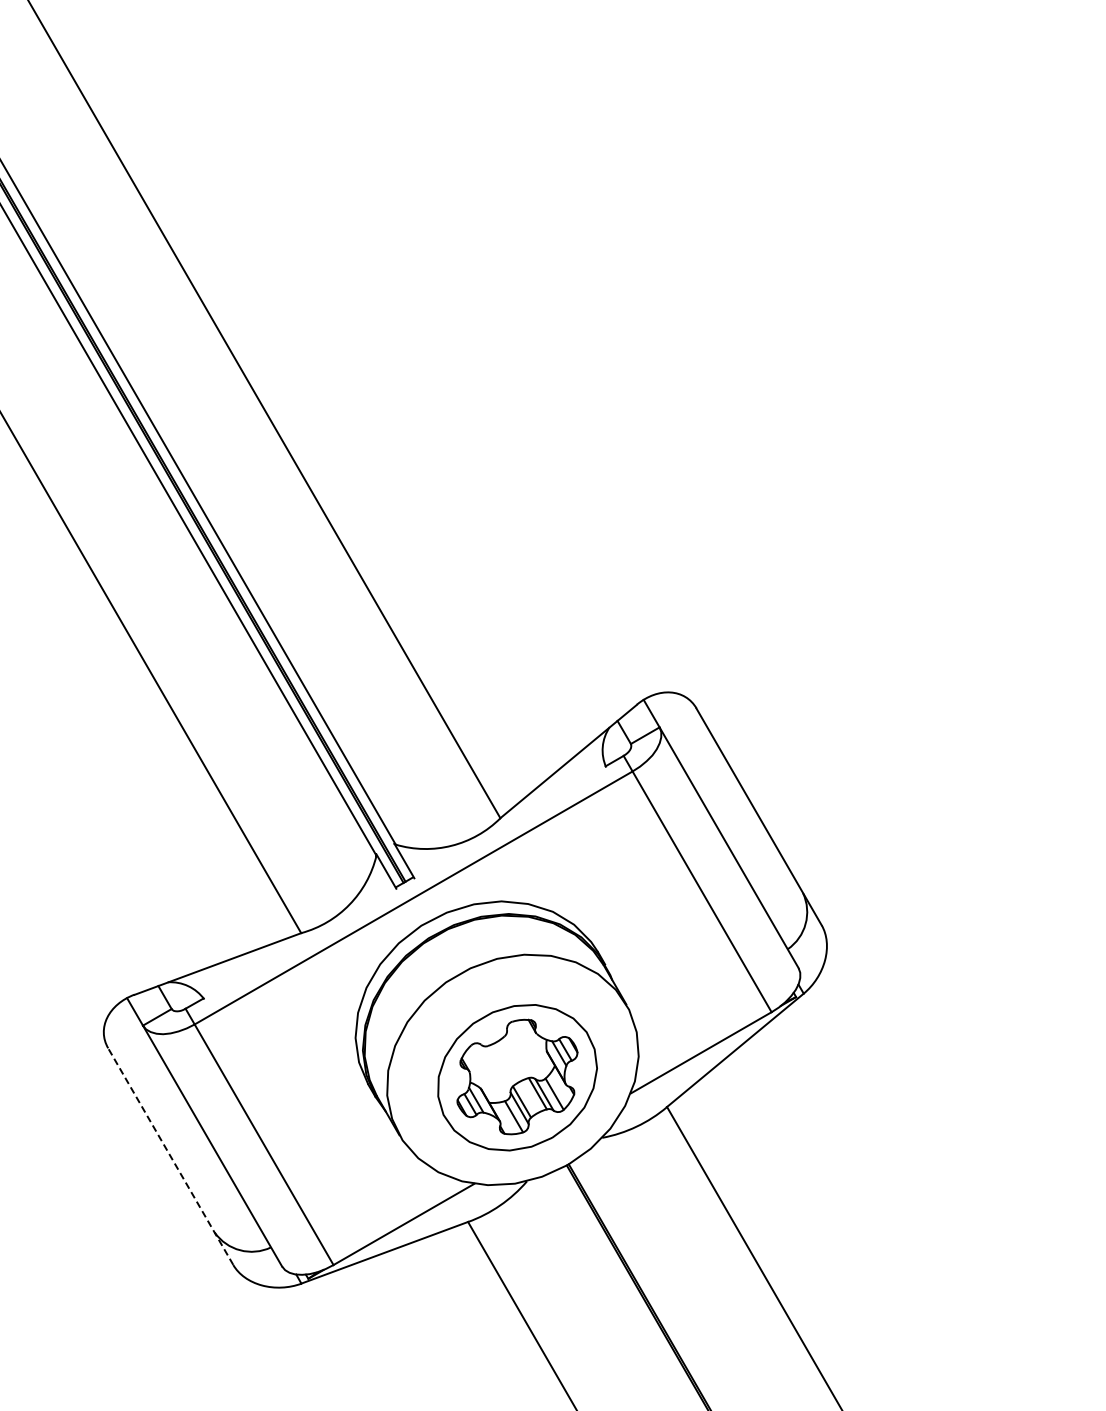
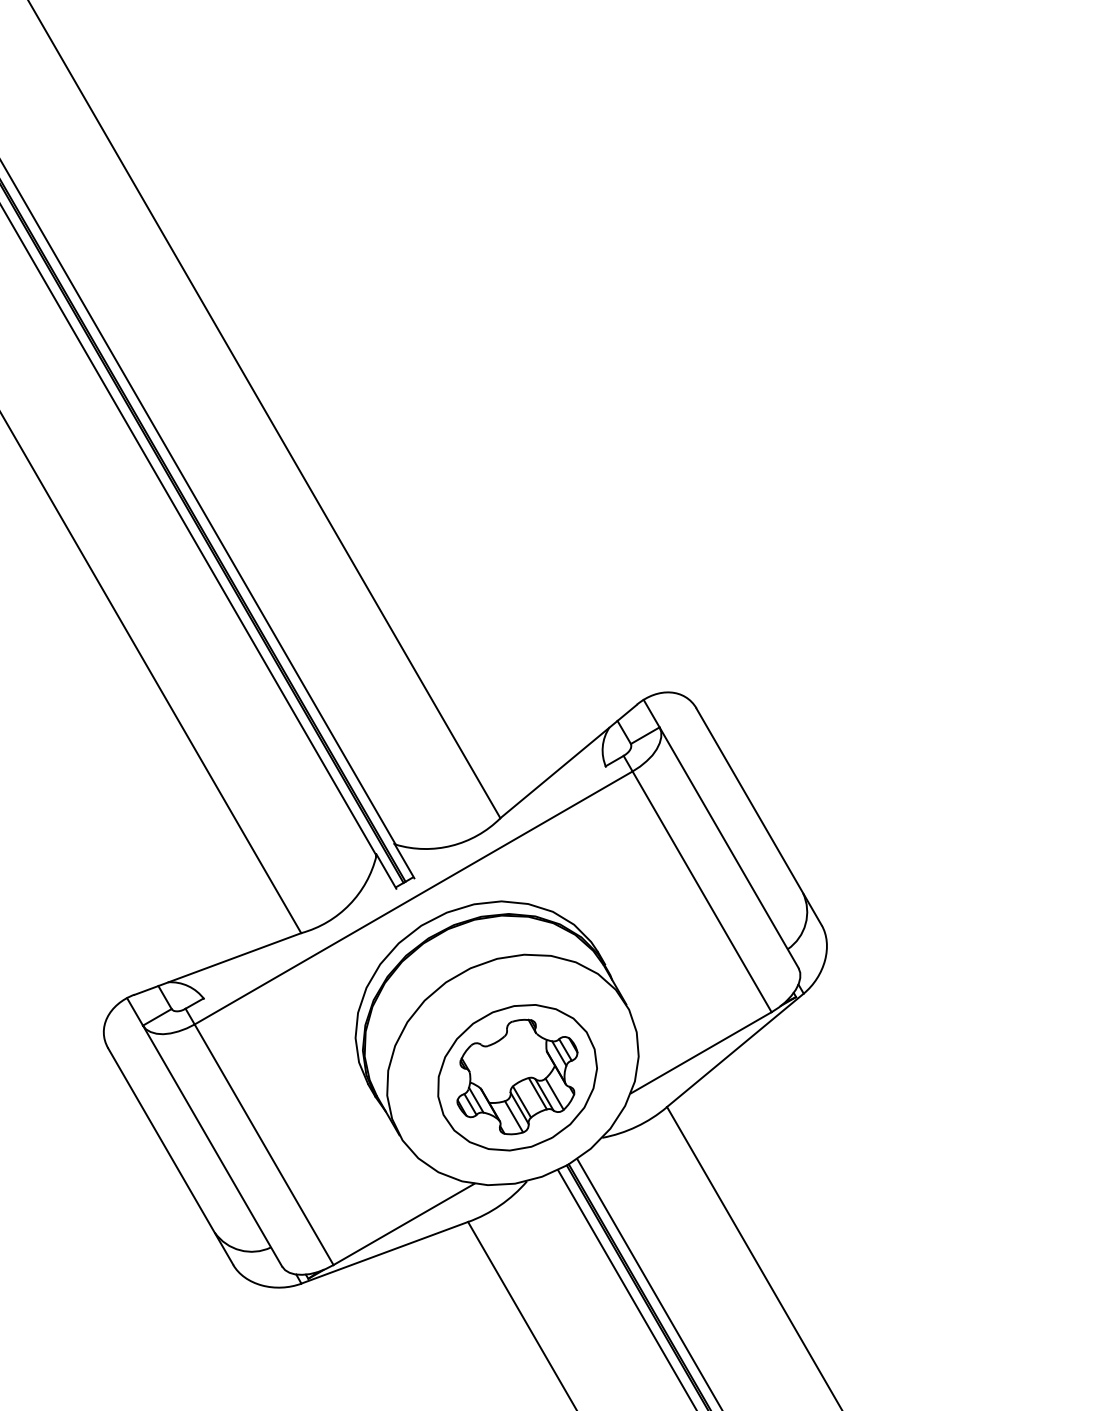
line at (170, 1156): dashed -> solid
line at (648, 1283): none -> present
line at (626, 1288): none -> present
